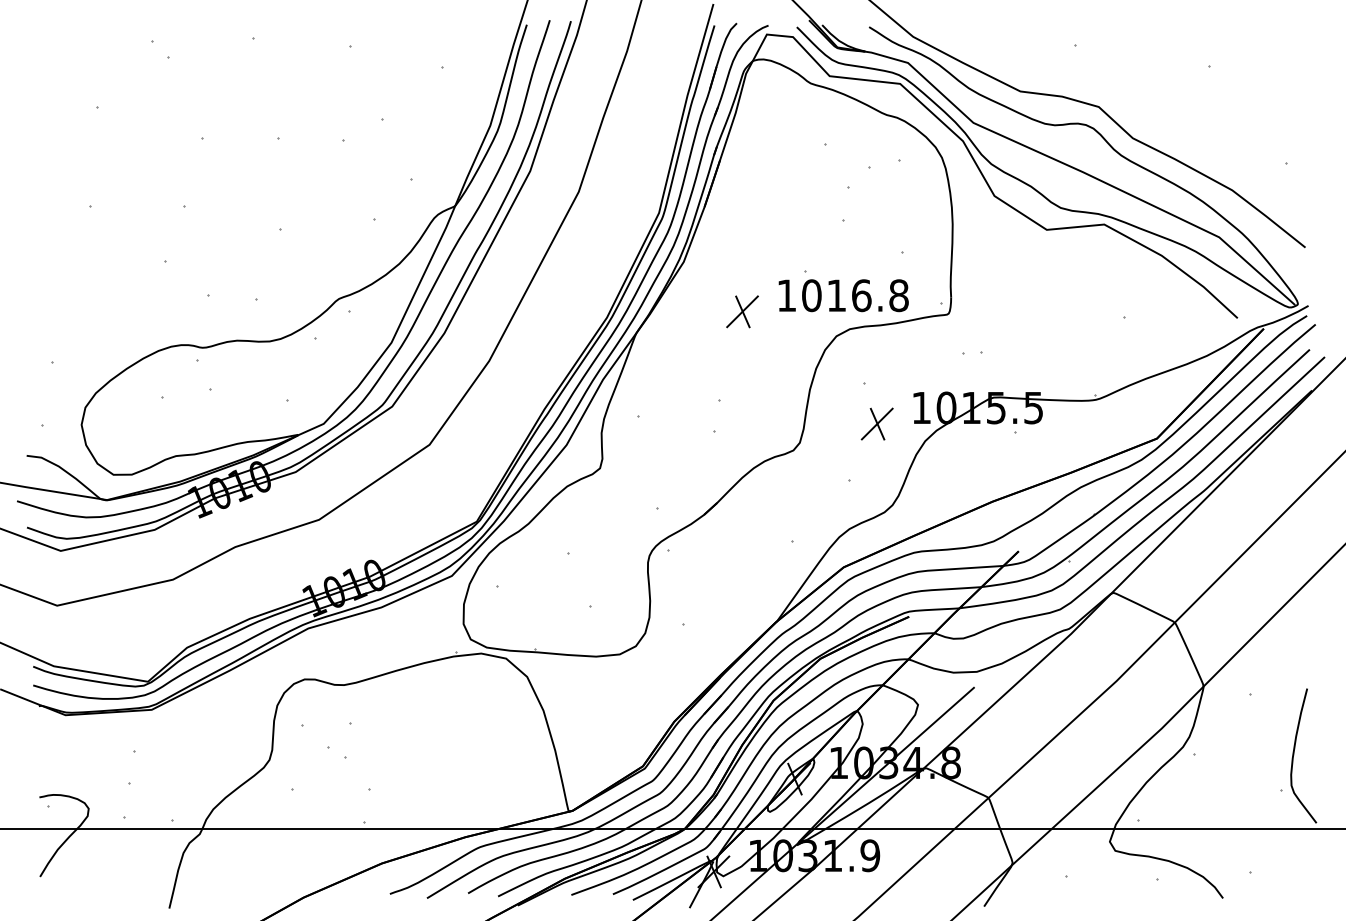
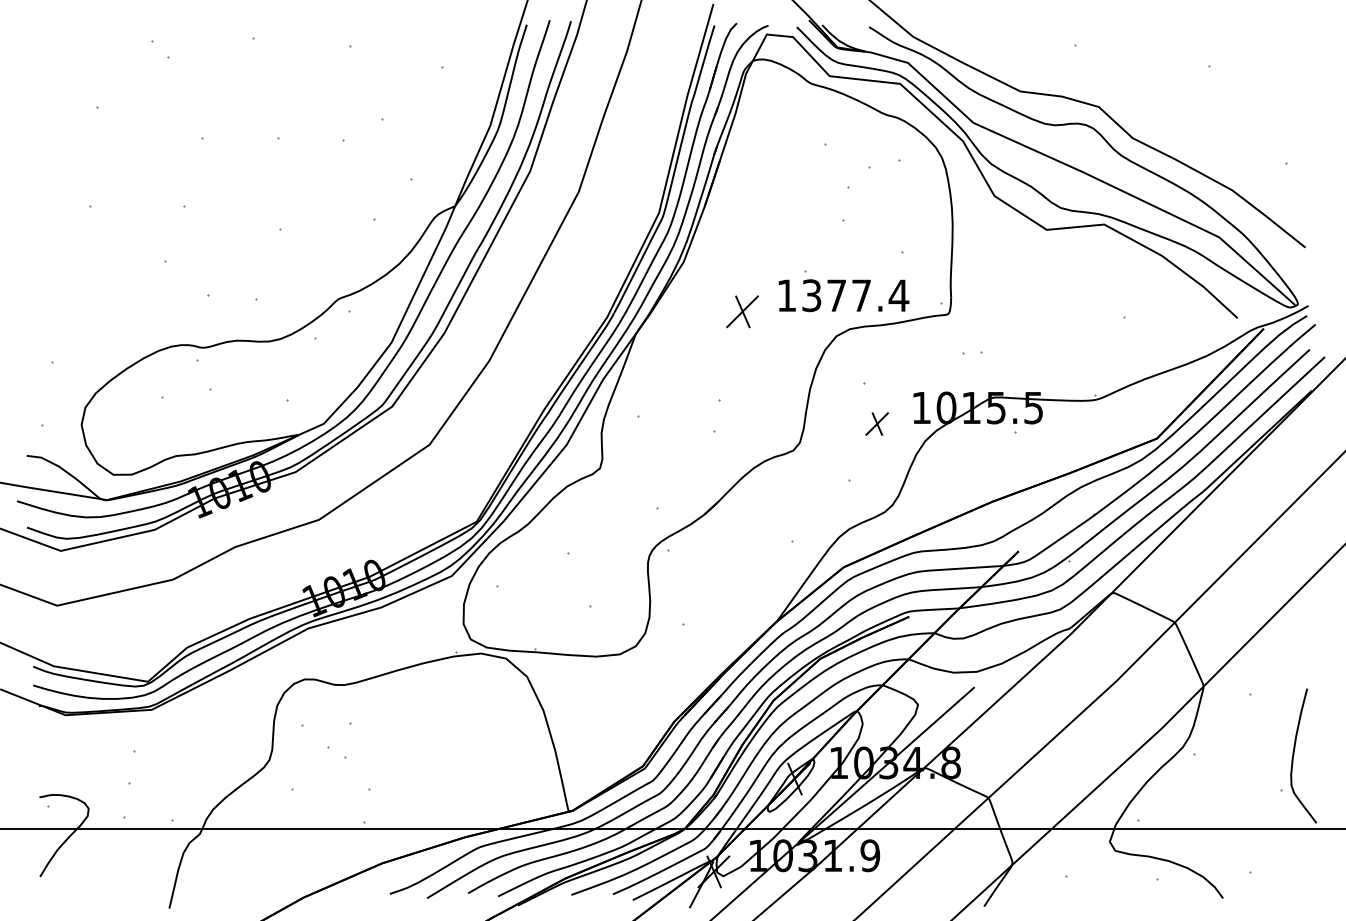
text at (855, 295): 1016.8 -> 1377.4
part at (876, 423) size: 34x34 px -> 24x24 px
